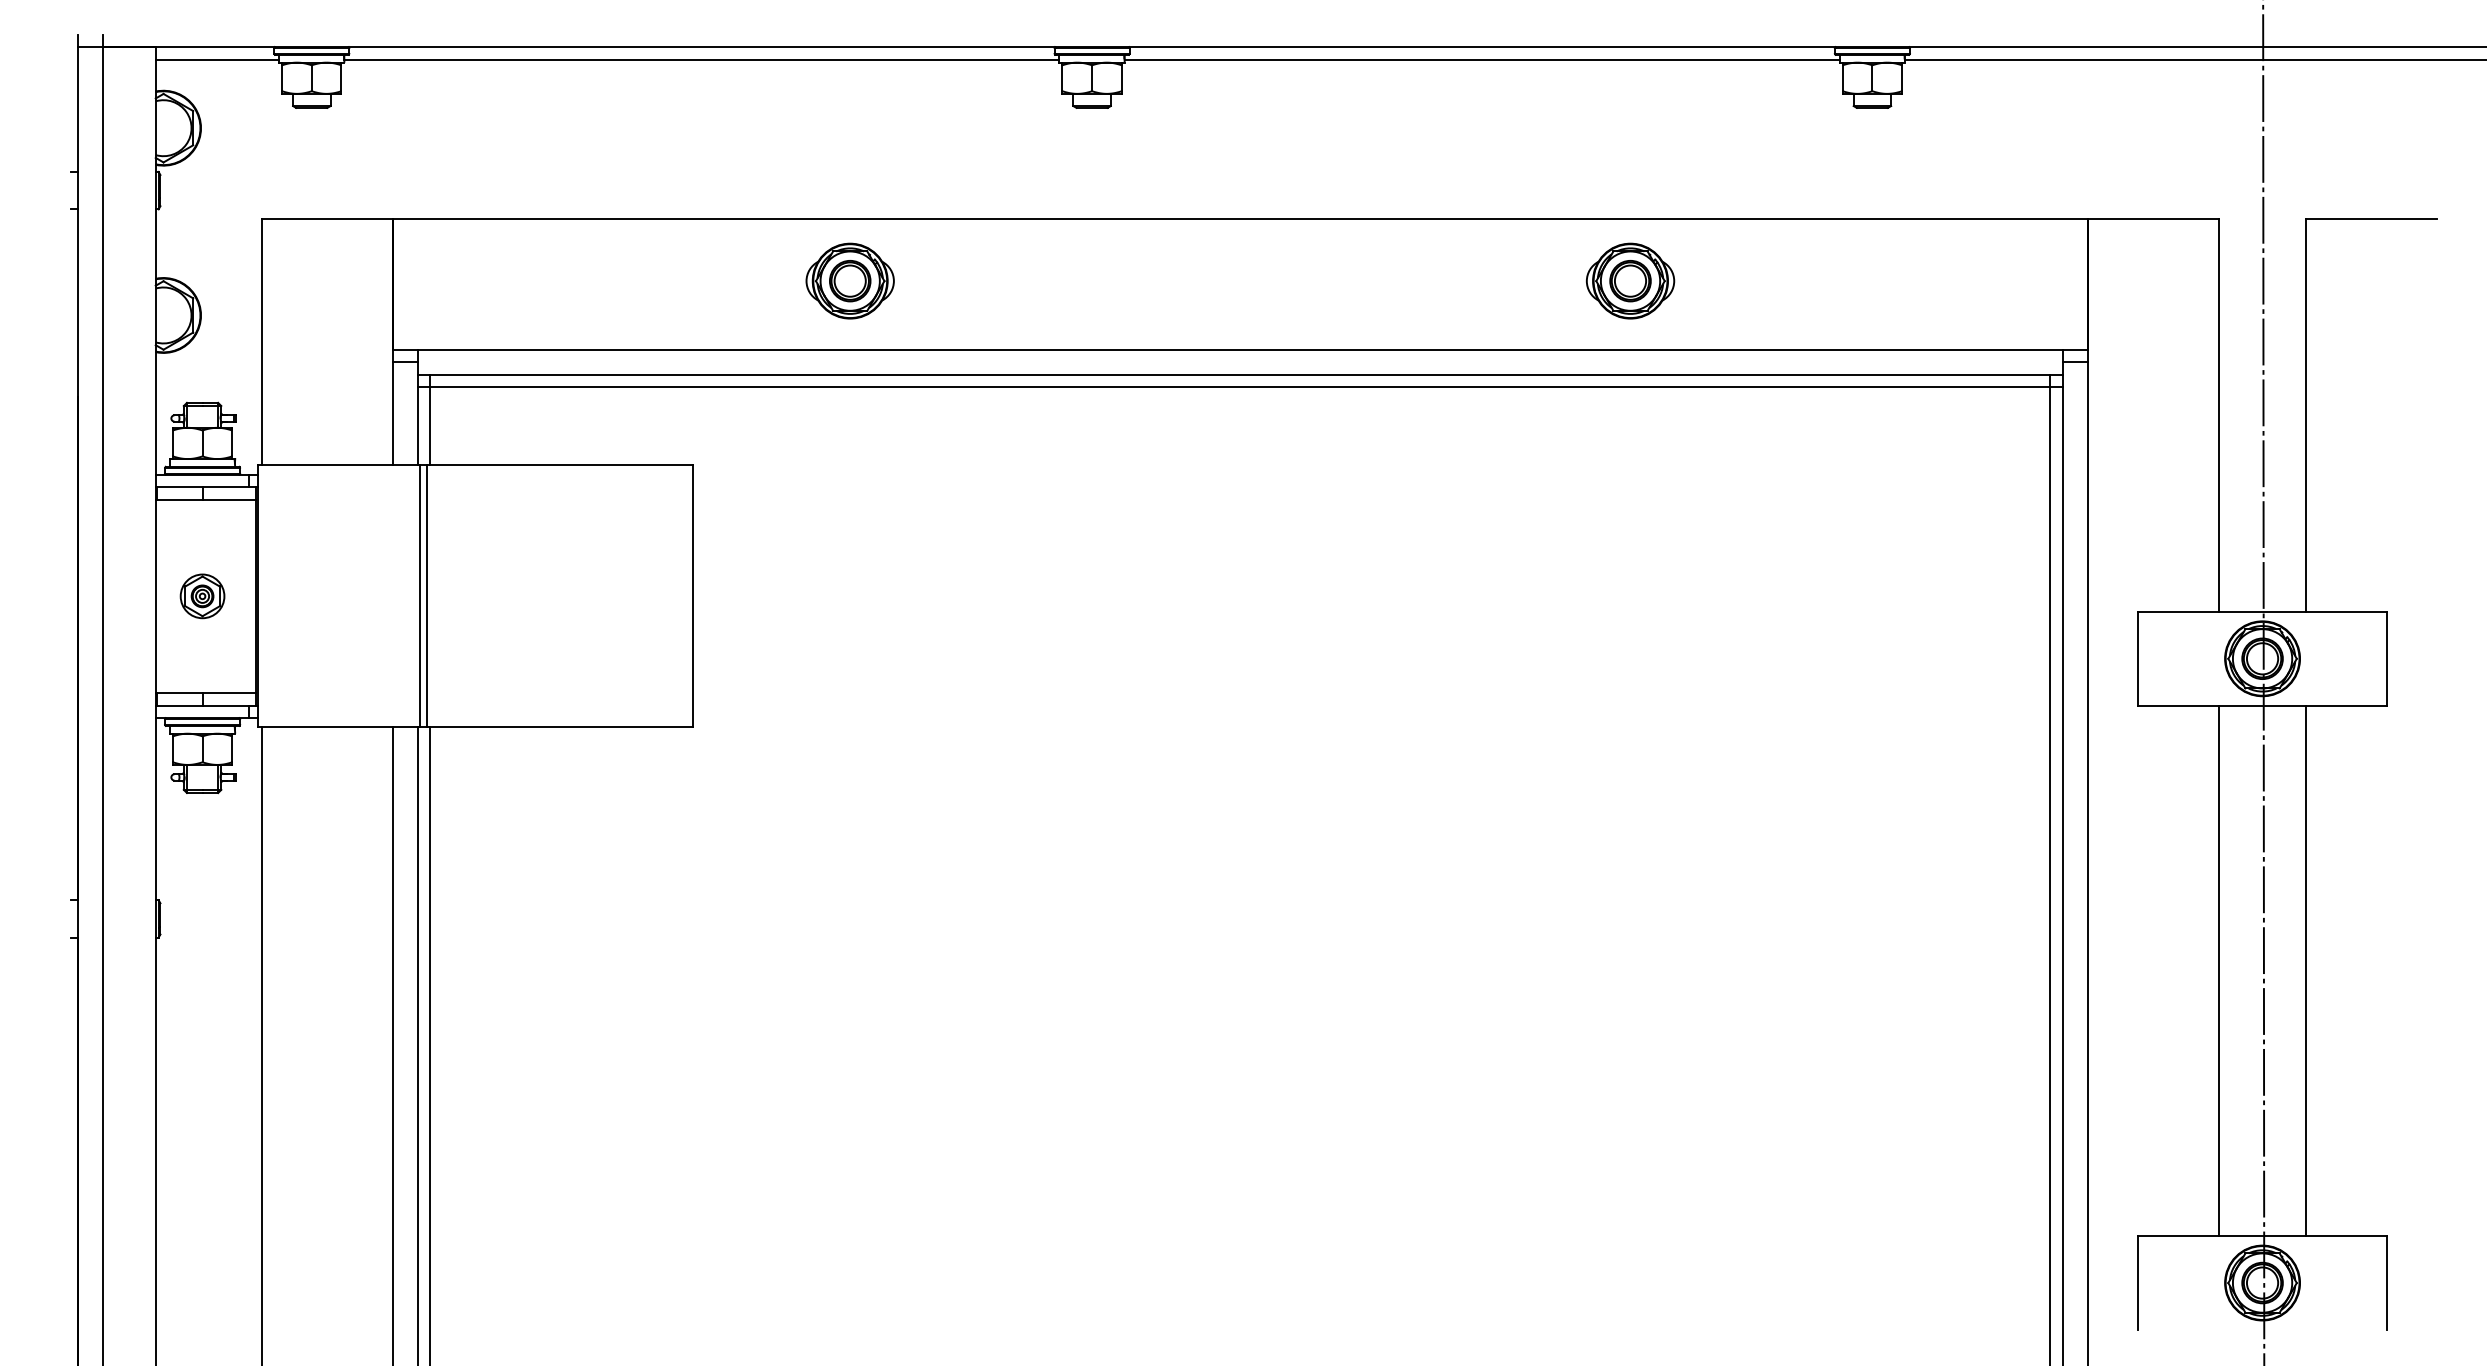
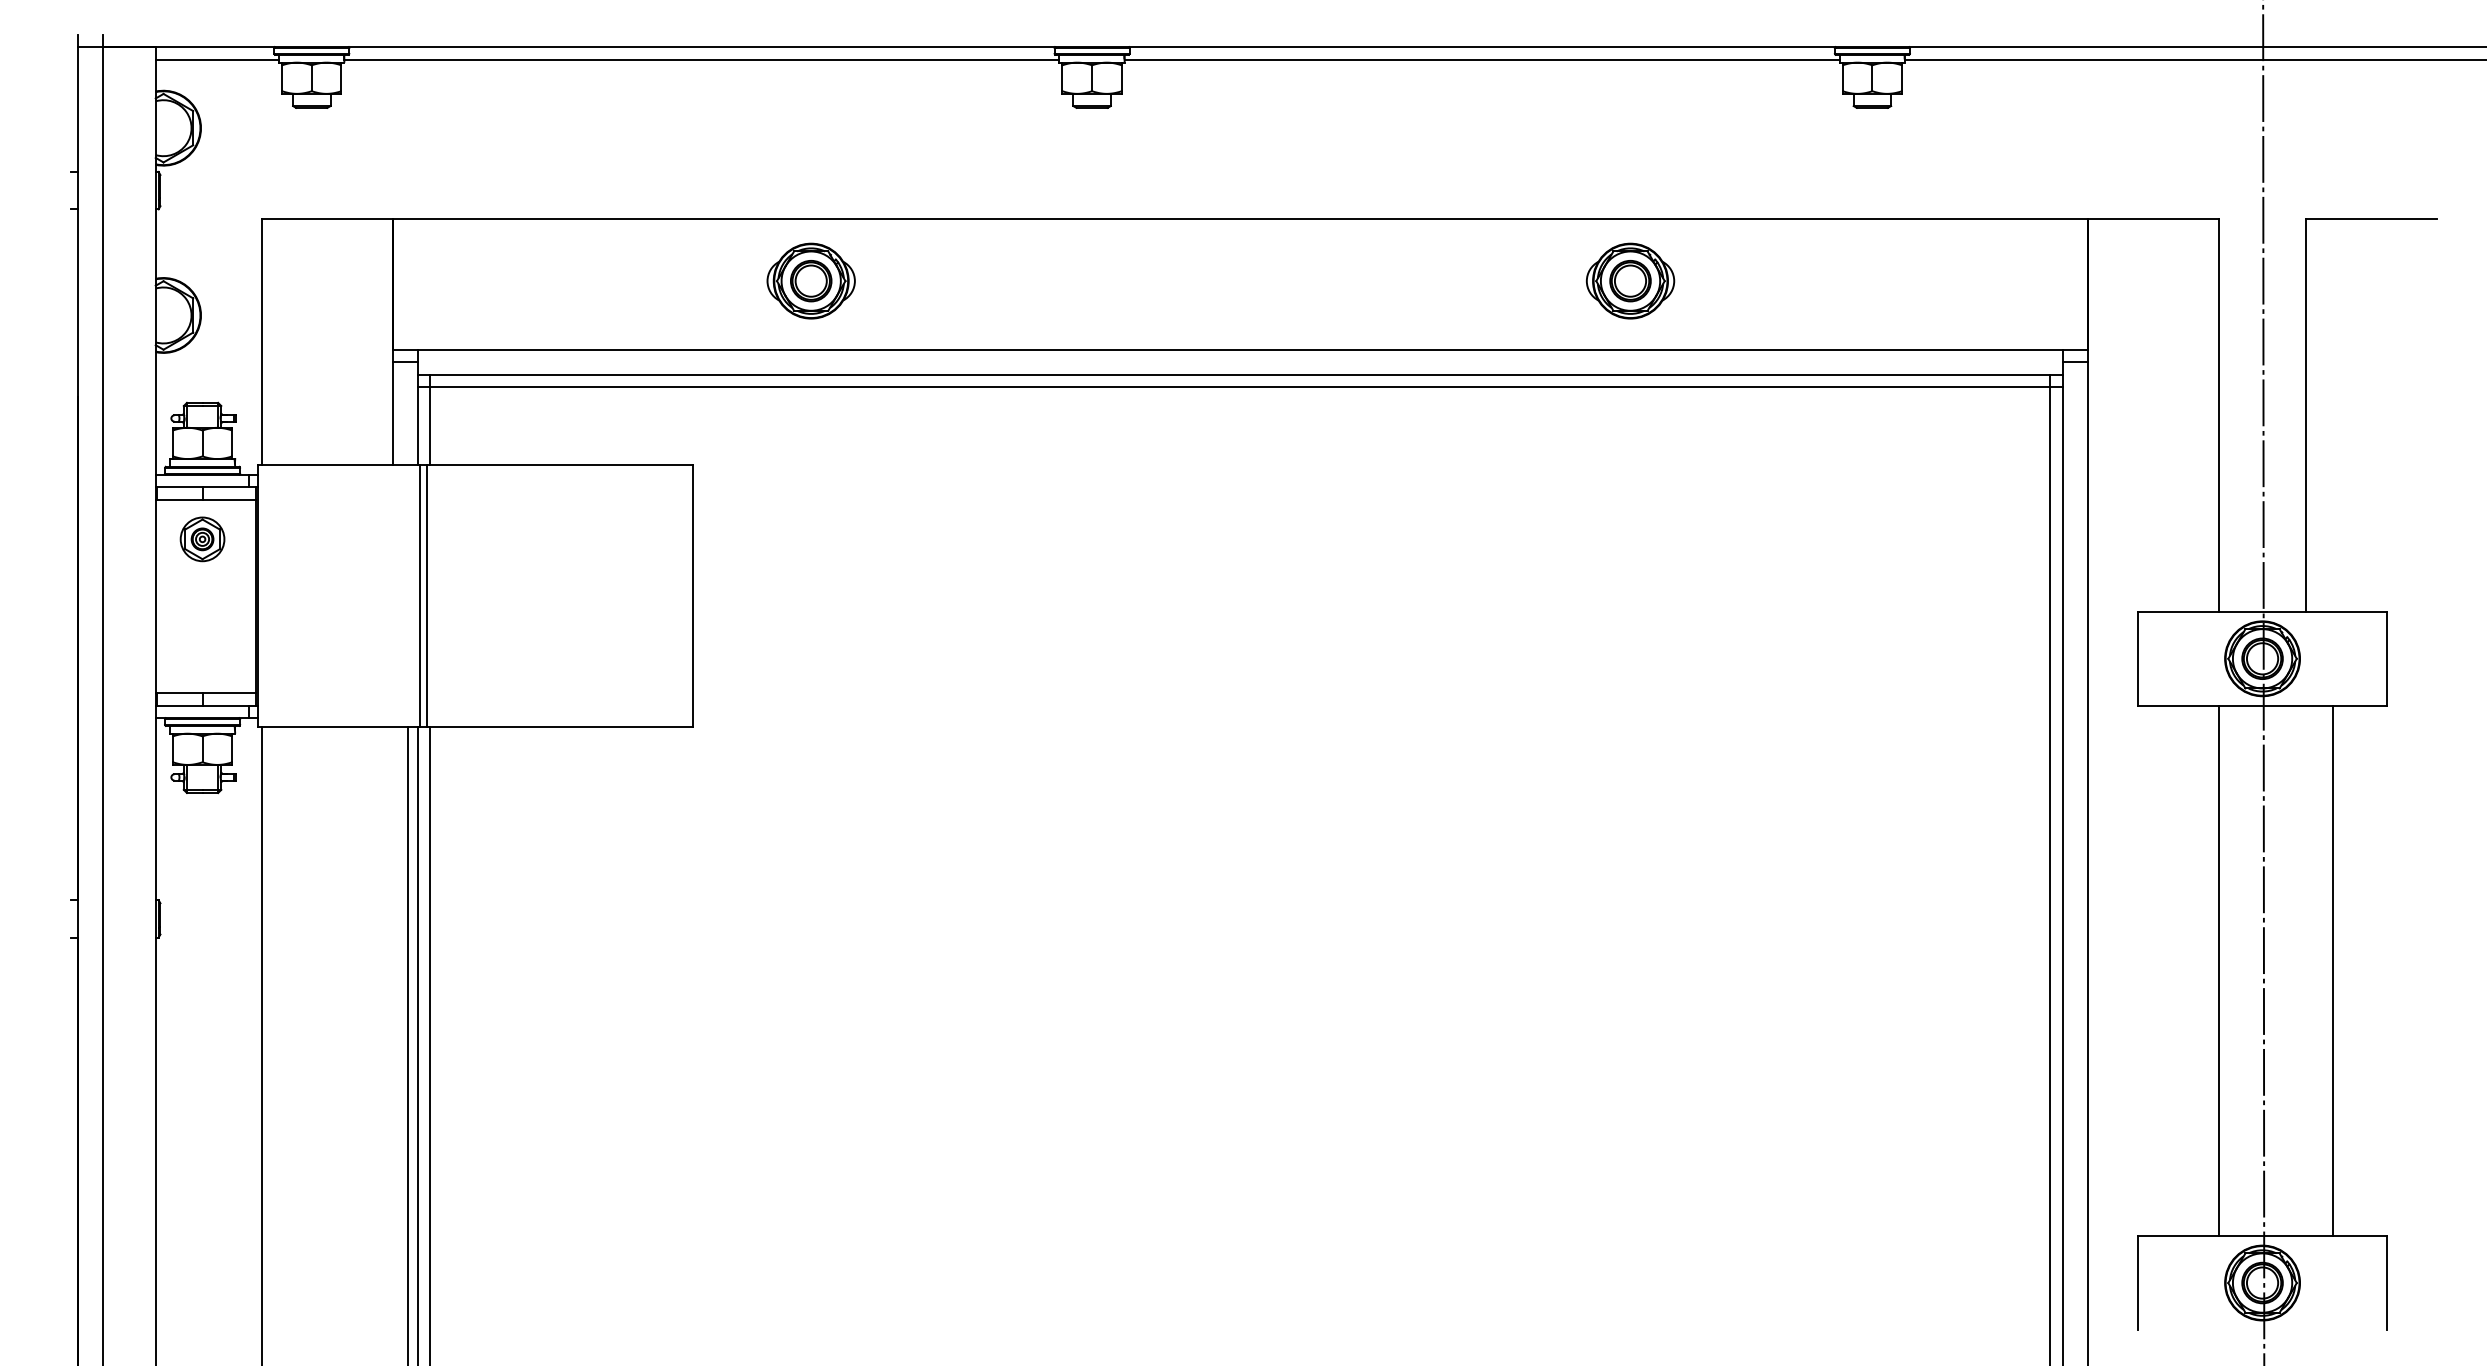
part at (849, 280) position: (849, 280) -> (810, 280)
part at (202, 596) position: (202, 596) -> (202, 539)
line at (2306, 970) position: (2306, 970) -> (2333, 970)
line at (392, 1044) position: (392, 1044) -> (407, 1044)
